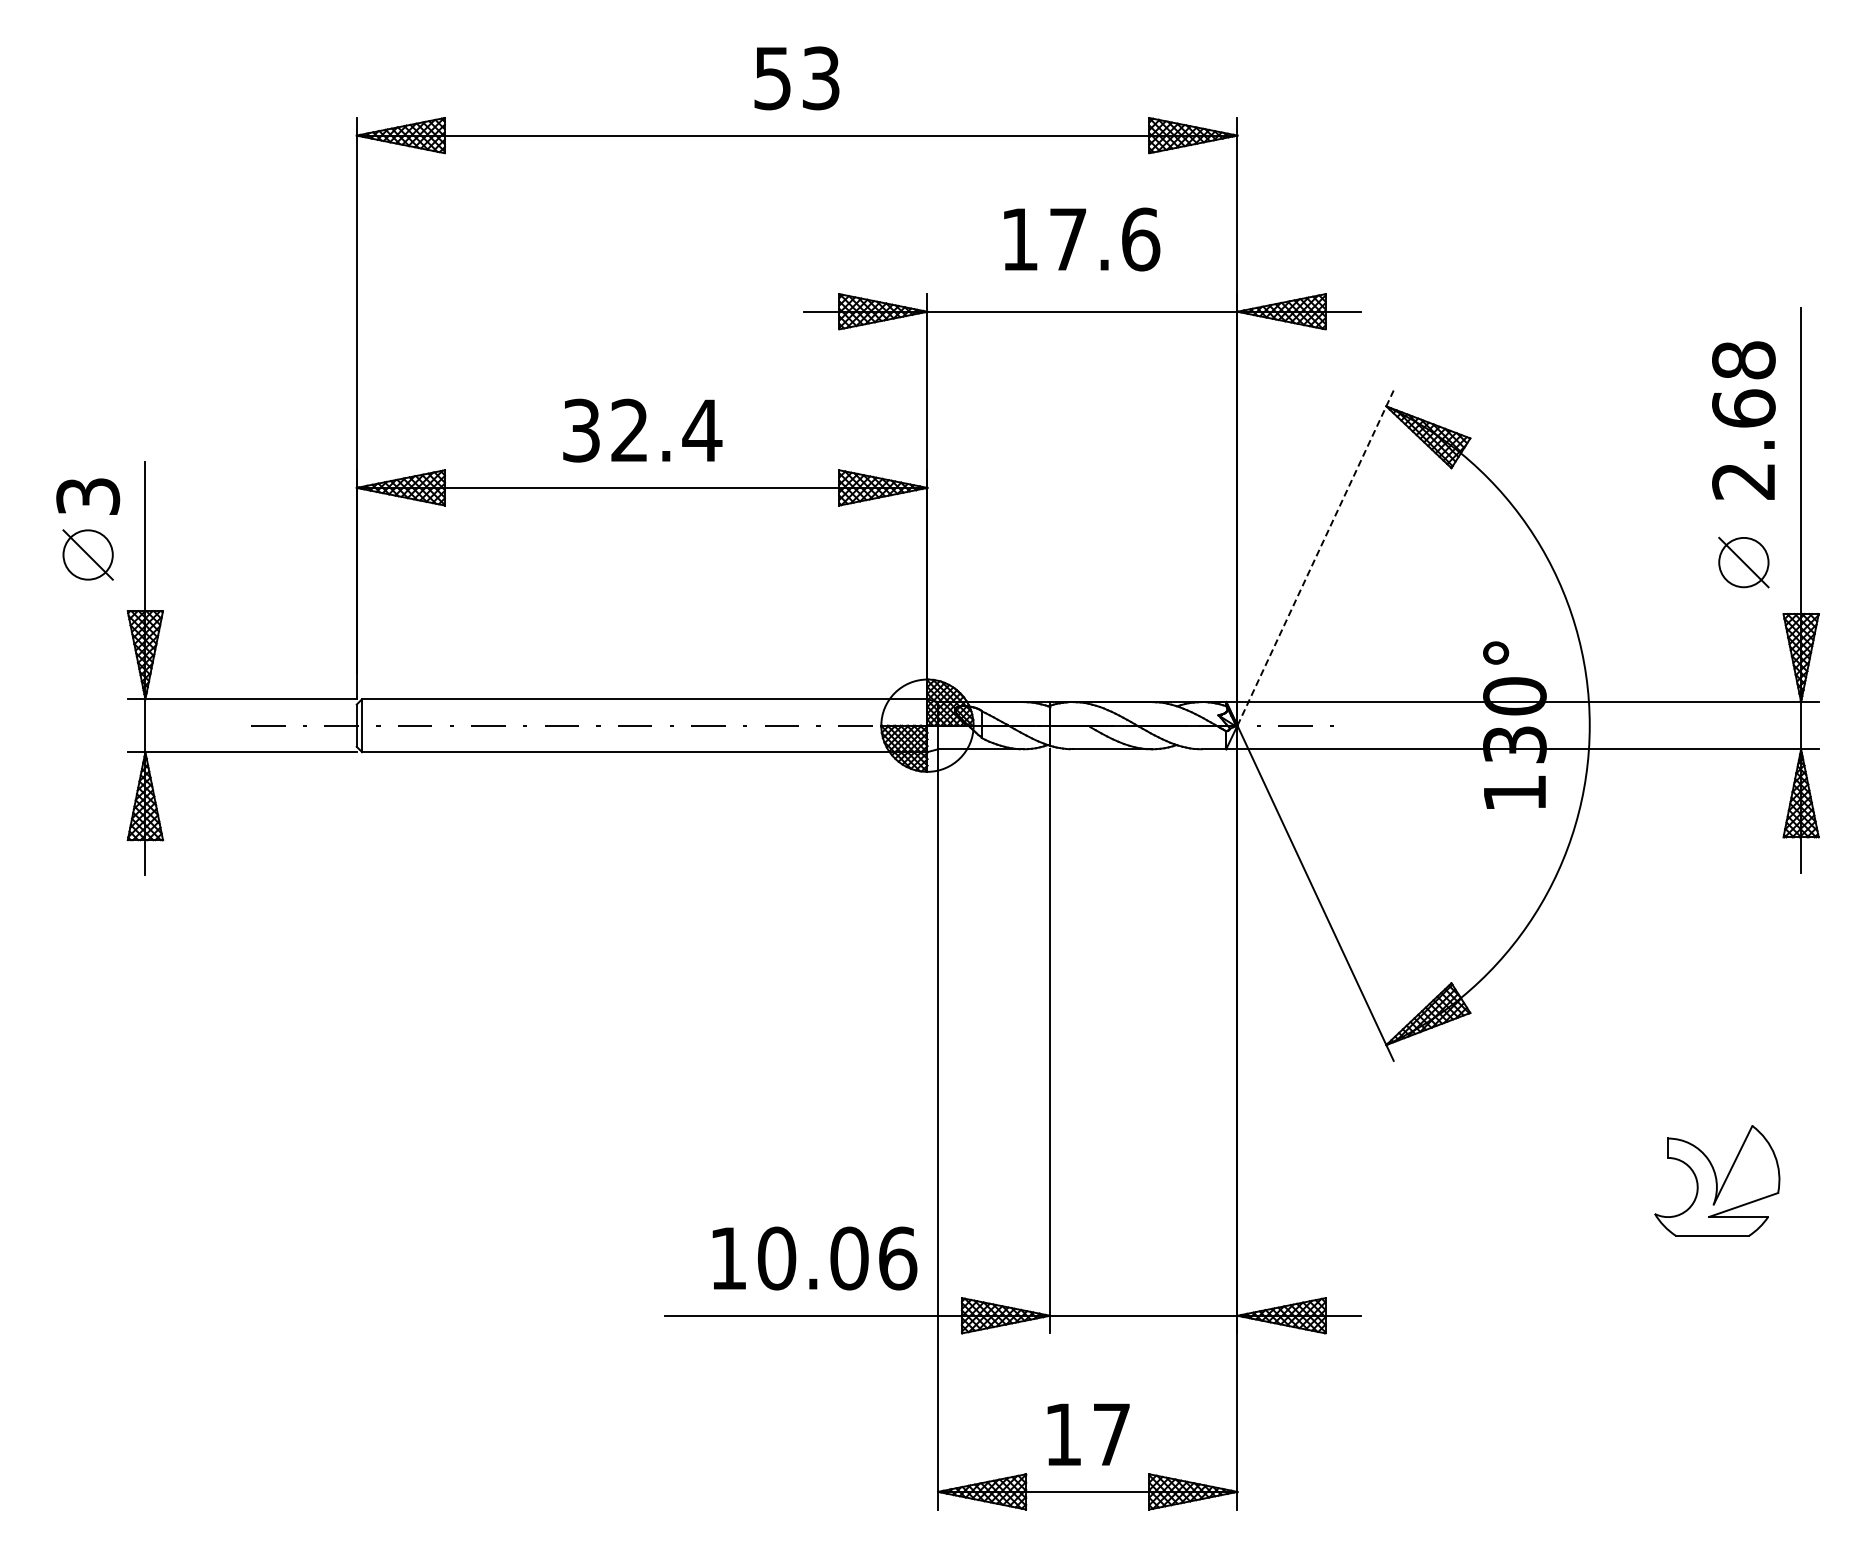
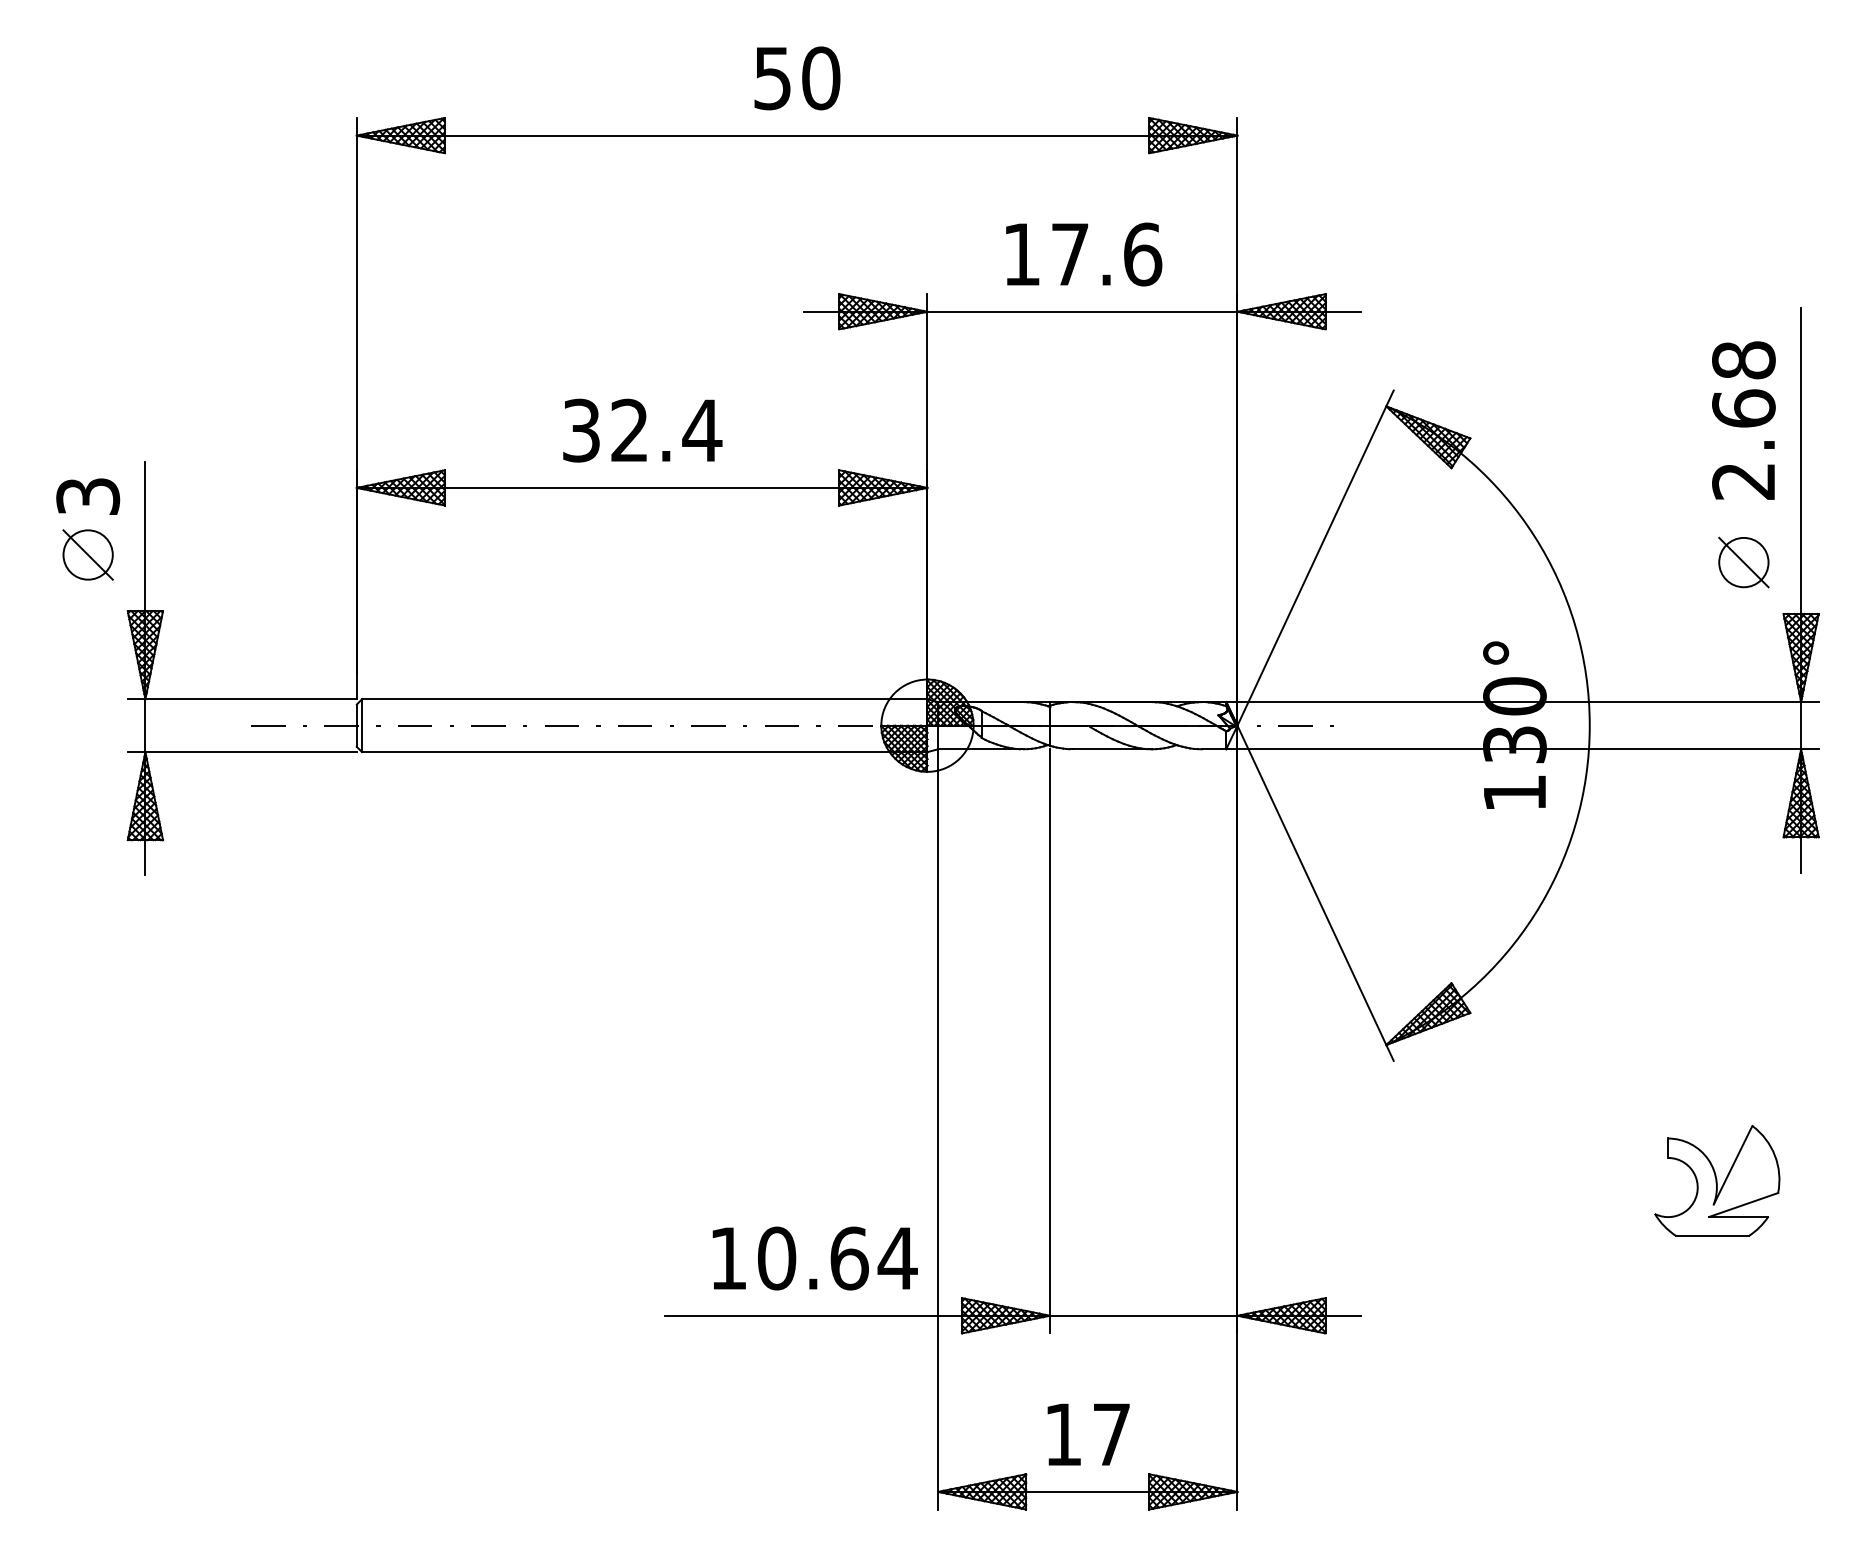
text at (821, 78): 53 -> 50
text at (1082, 239) position: (1082, 239) -> (1084, 254)
line at (1315, 558): dashed -> solid
text at (873, 1258): 10.06 -> 10.64
